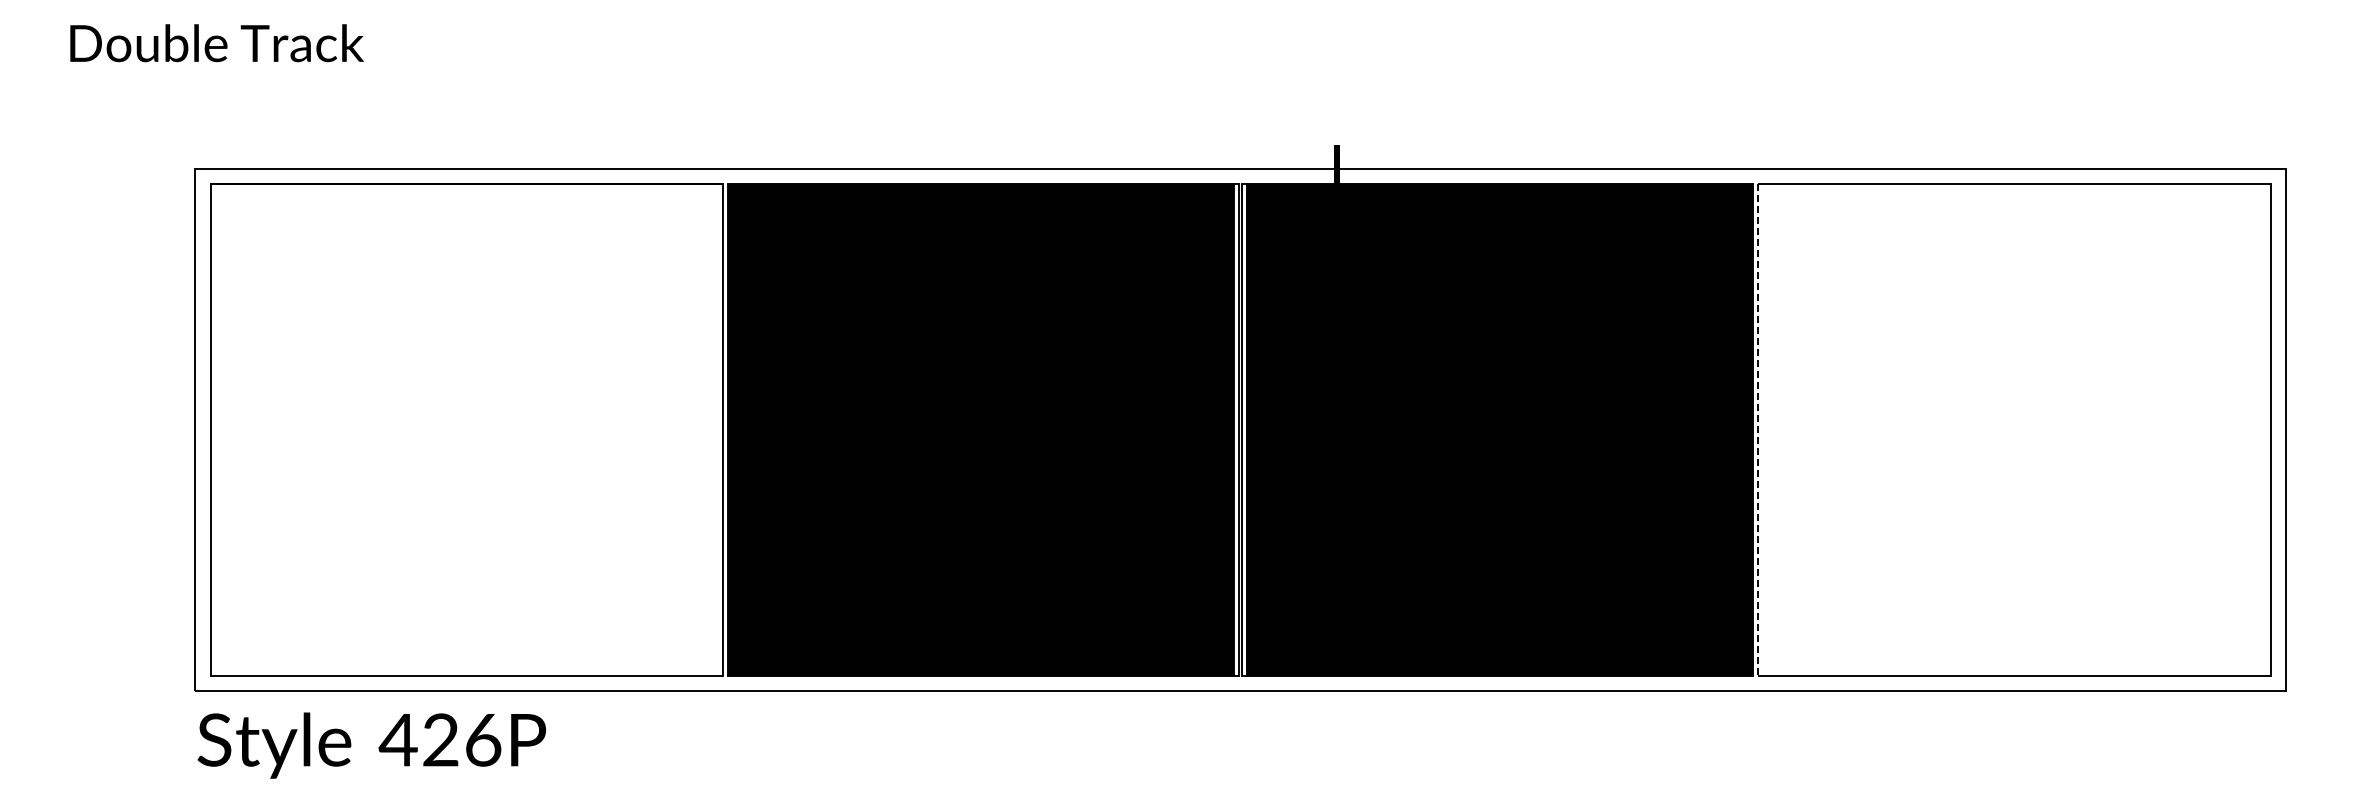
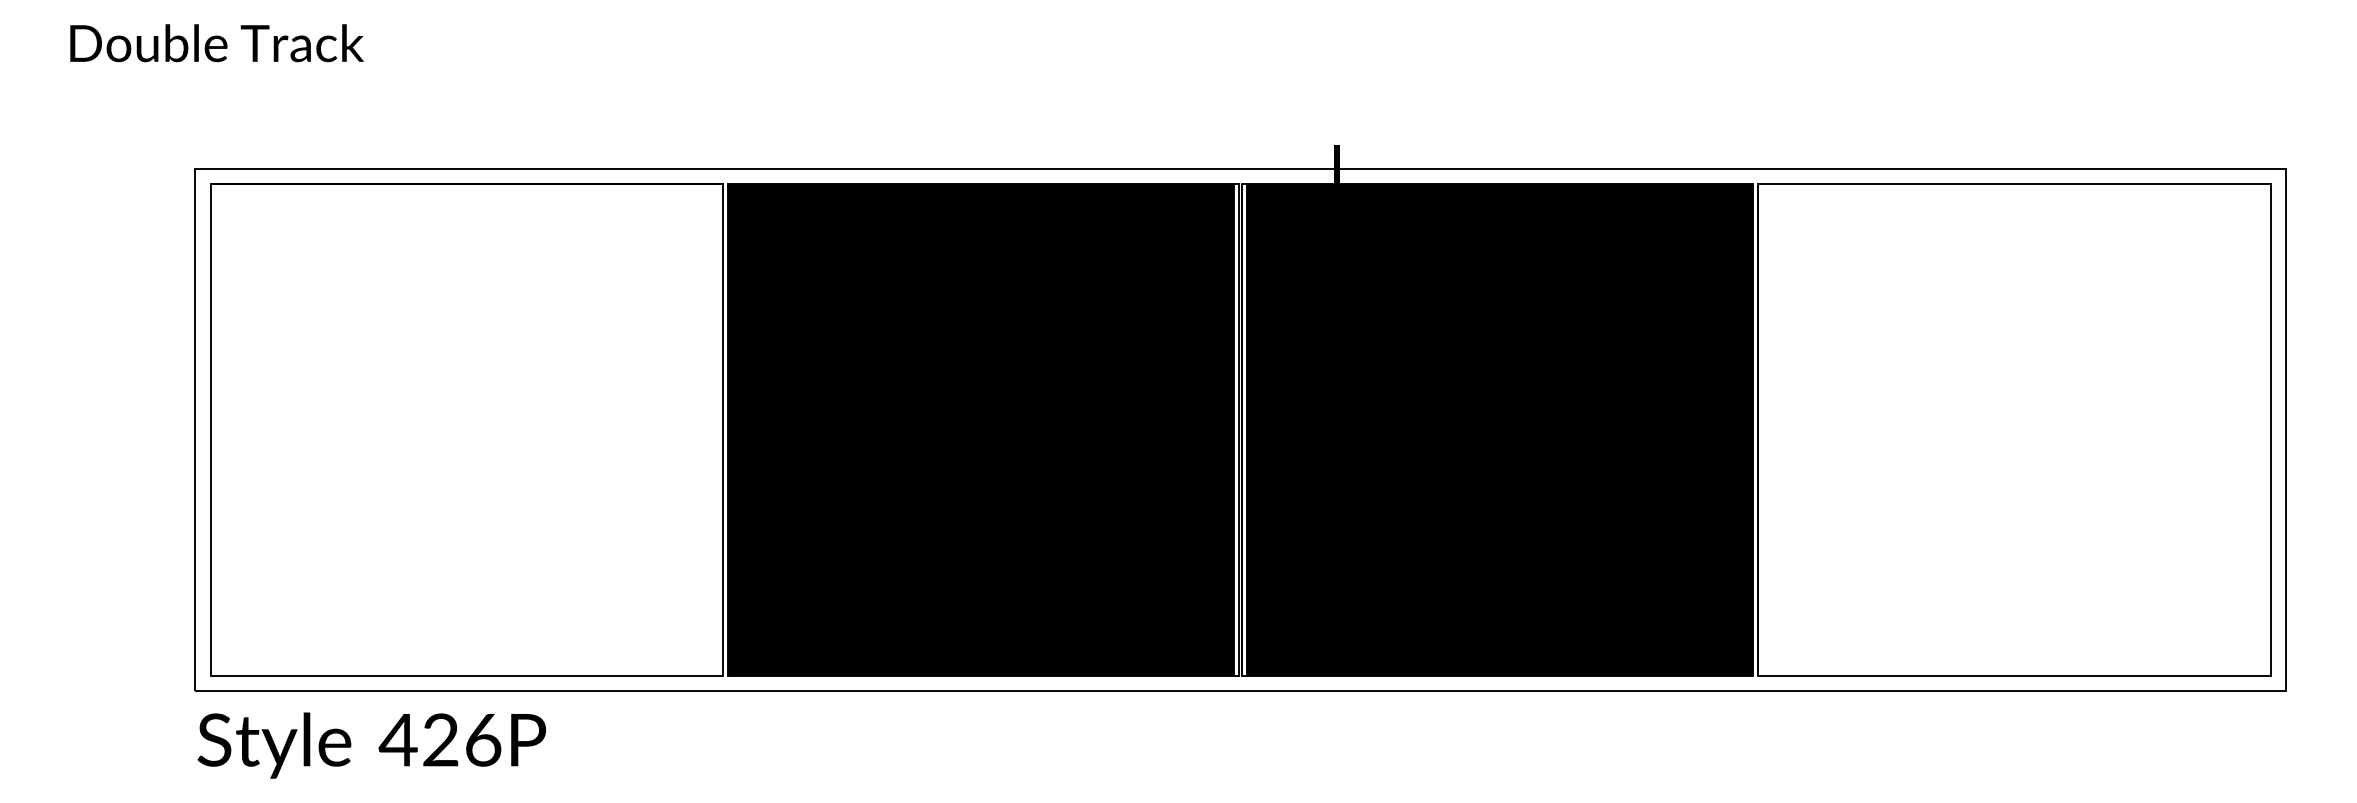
line at (1758, 429): dashed -> solid
